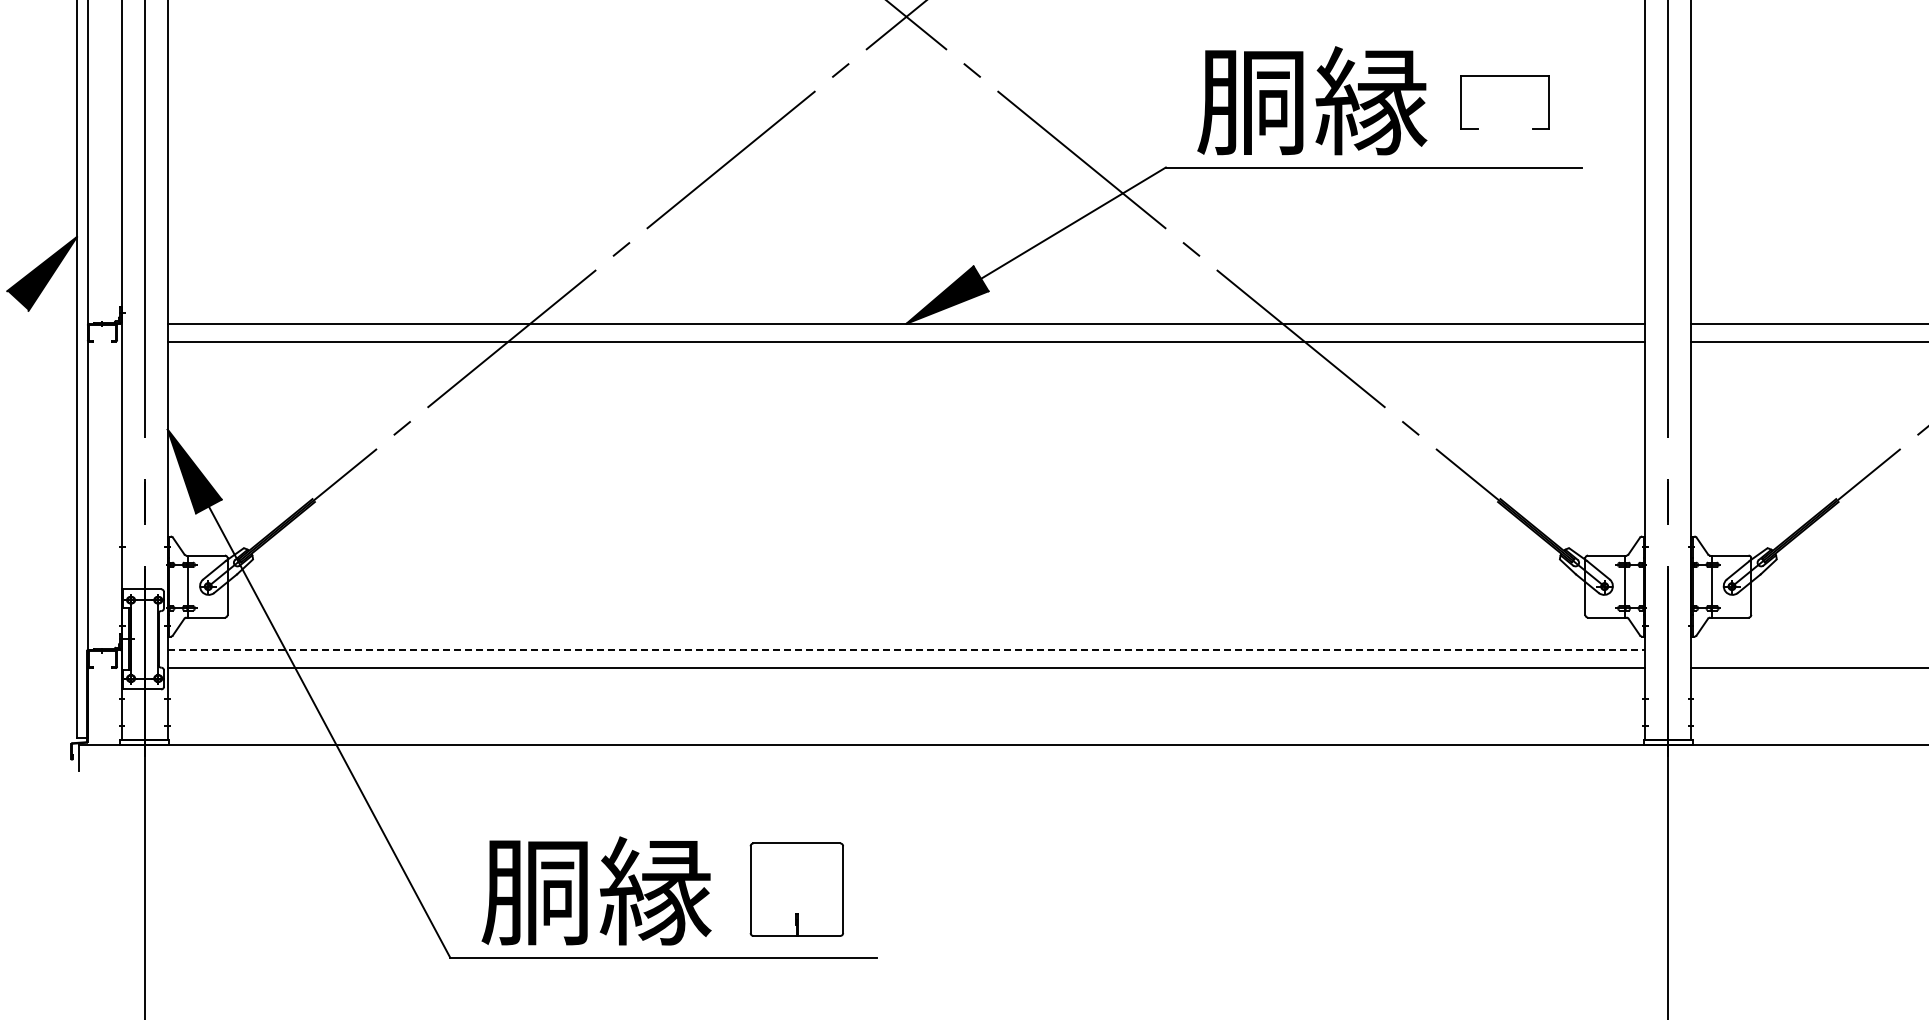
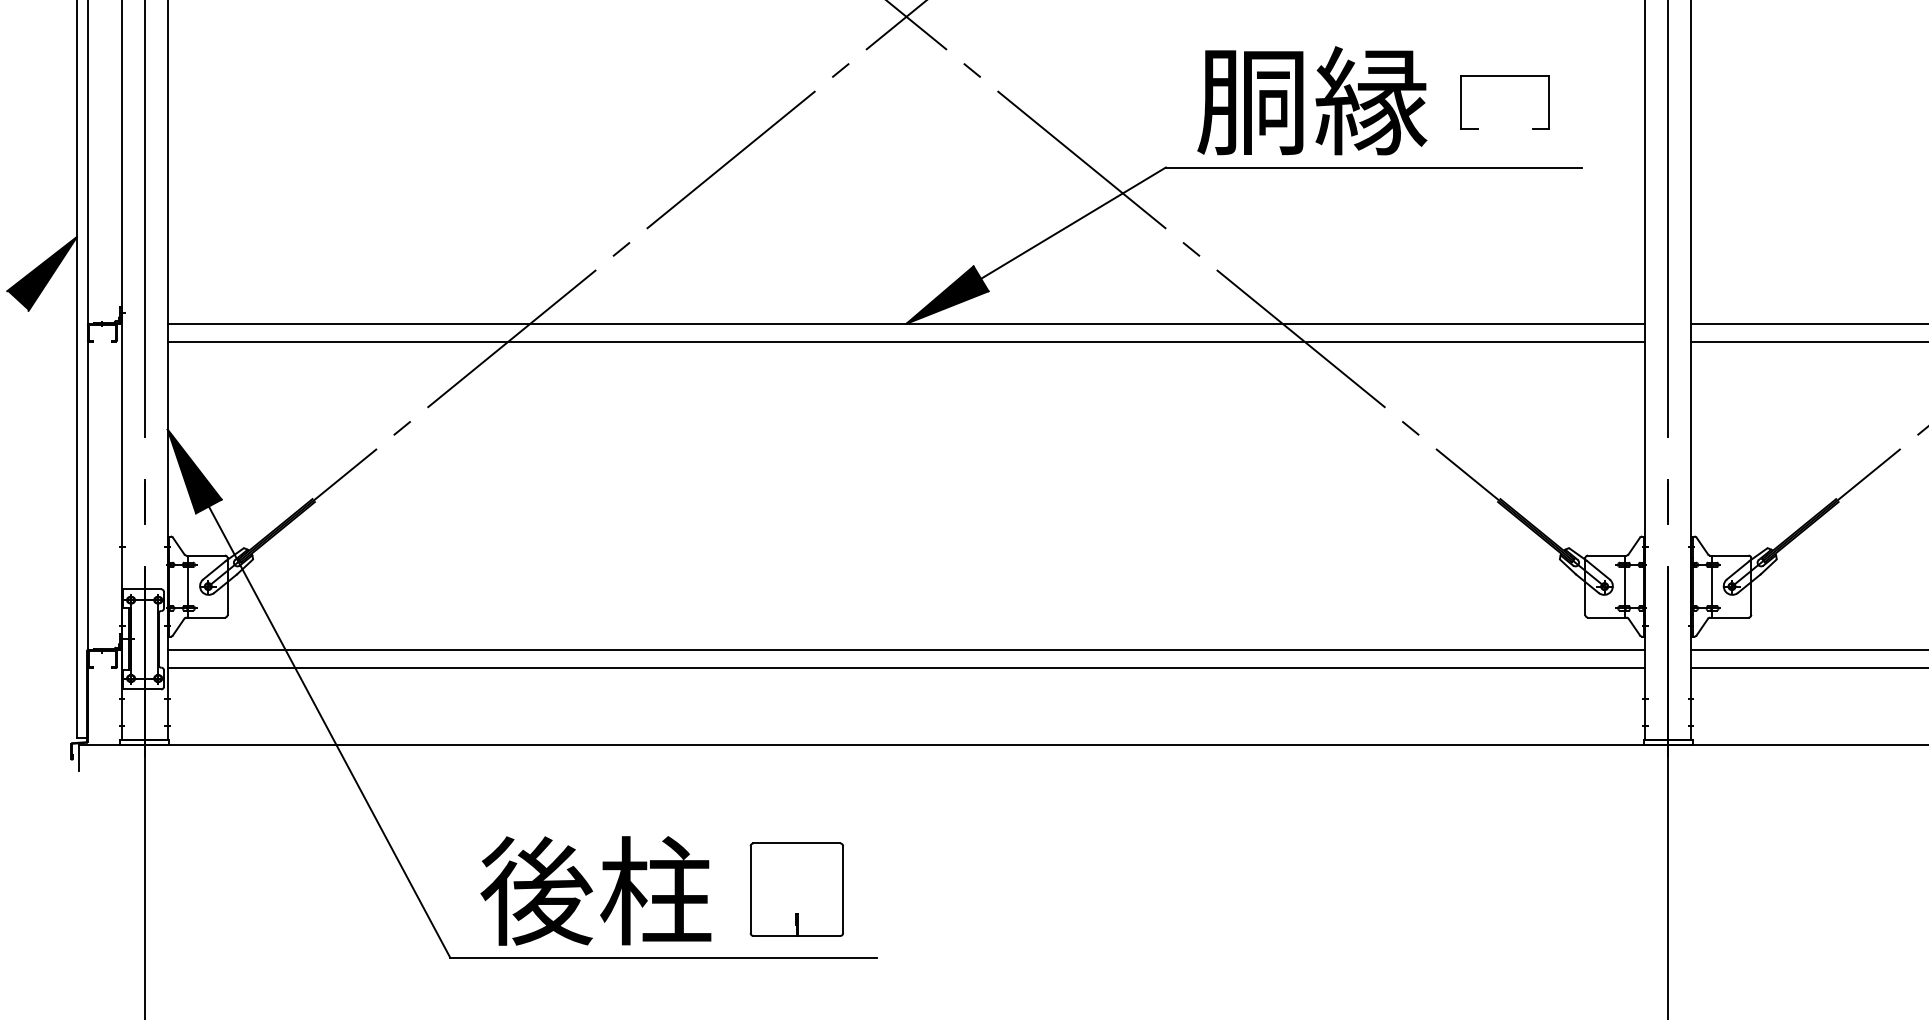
line at (906, 650): dashed -> solid
line at (1808, 650): none -> present
text at (595, 890): 胴縁 -> 後柱
